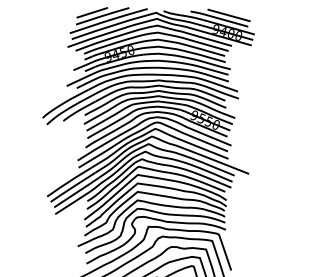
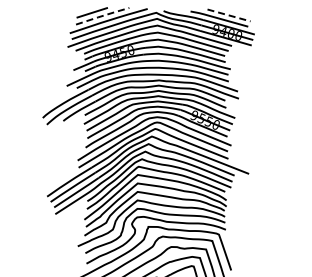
line at (102, 15): solid -> dashed
line at (229, 15): solid -> dashed
